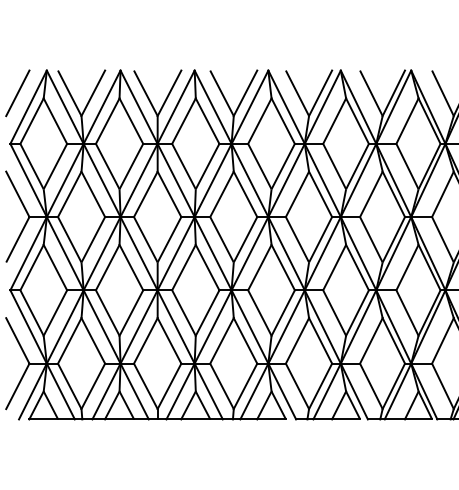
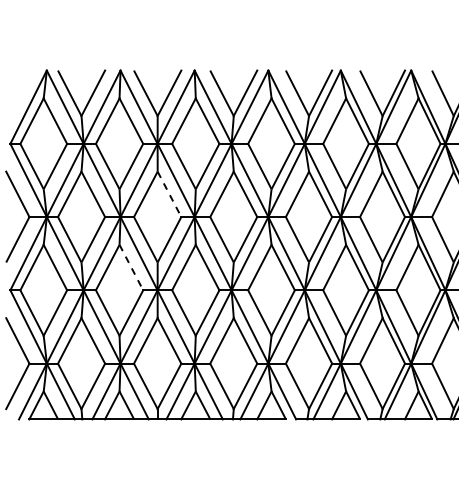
line at (17, 93): present -> none
line at (169, 194): solid -> dashed
line at (131, 267): solid -> dashed
